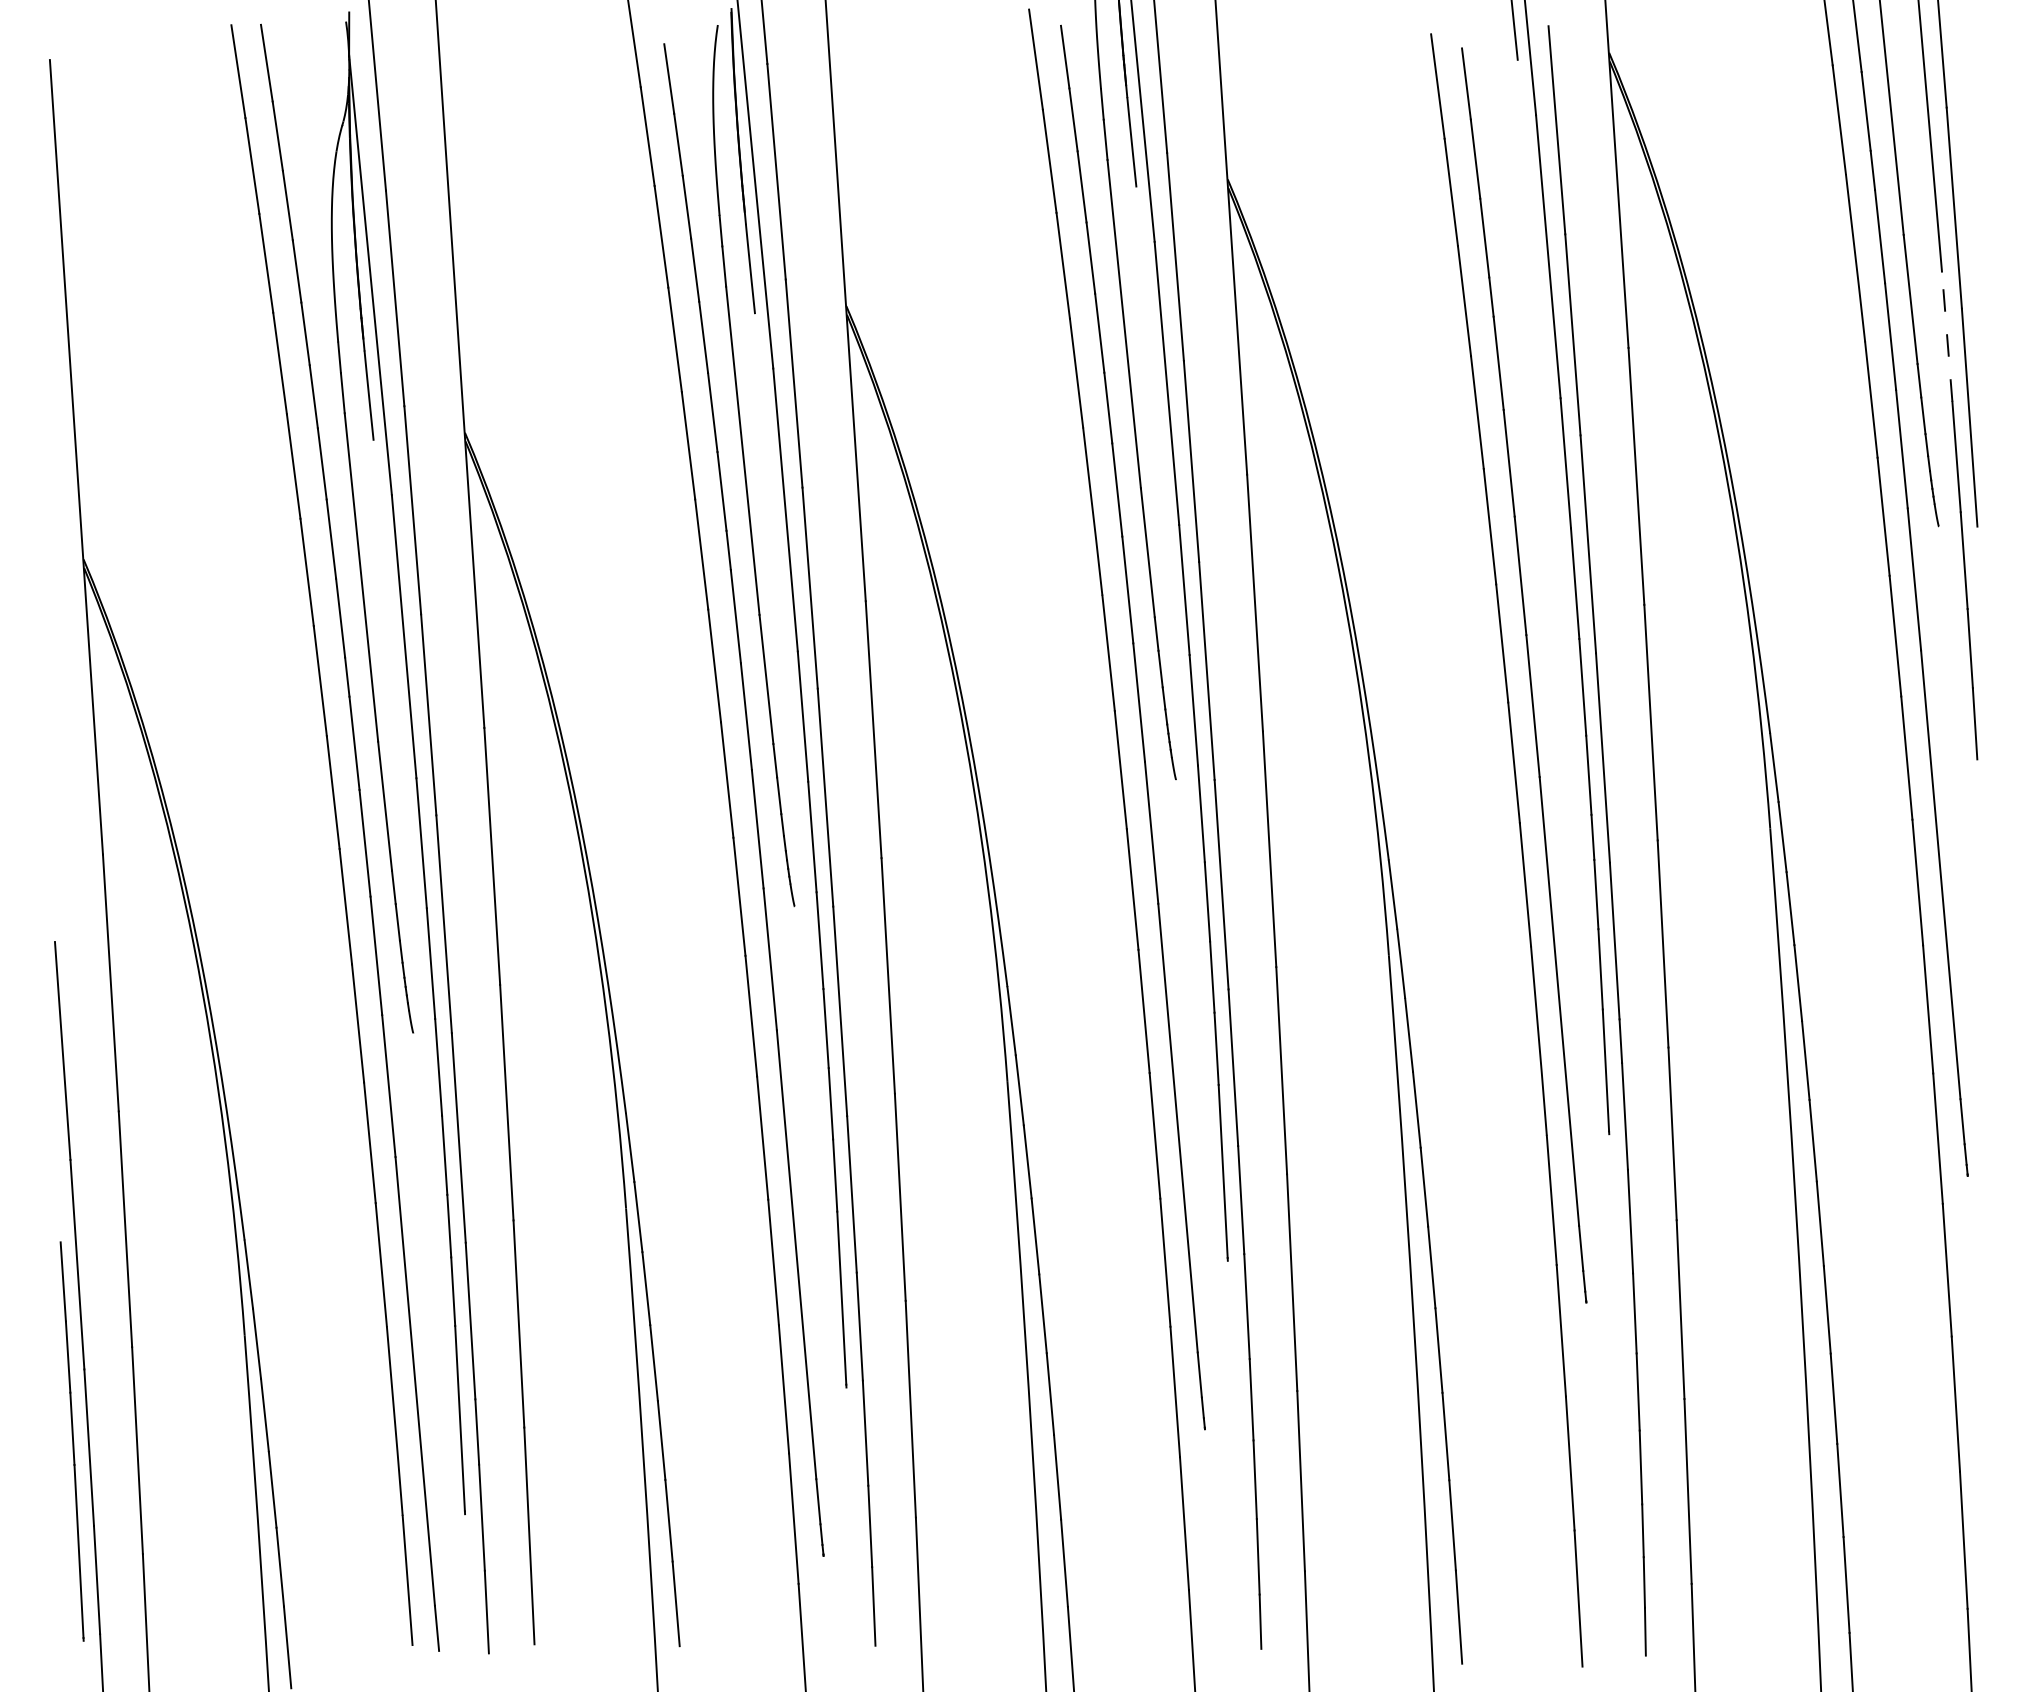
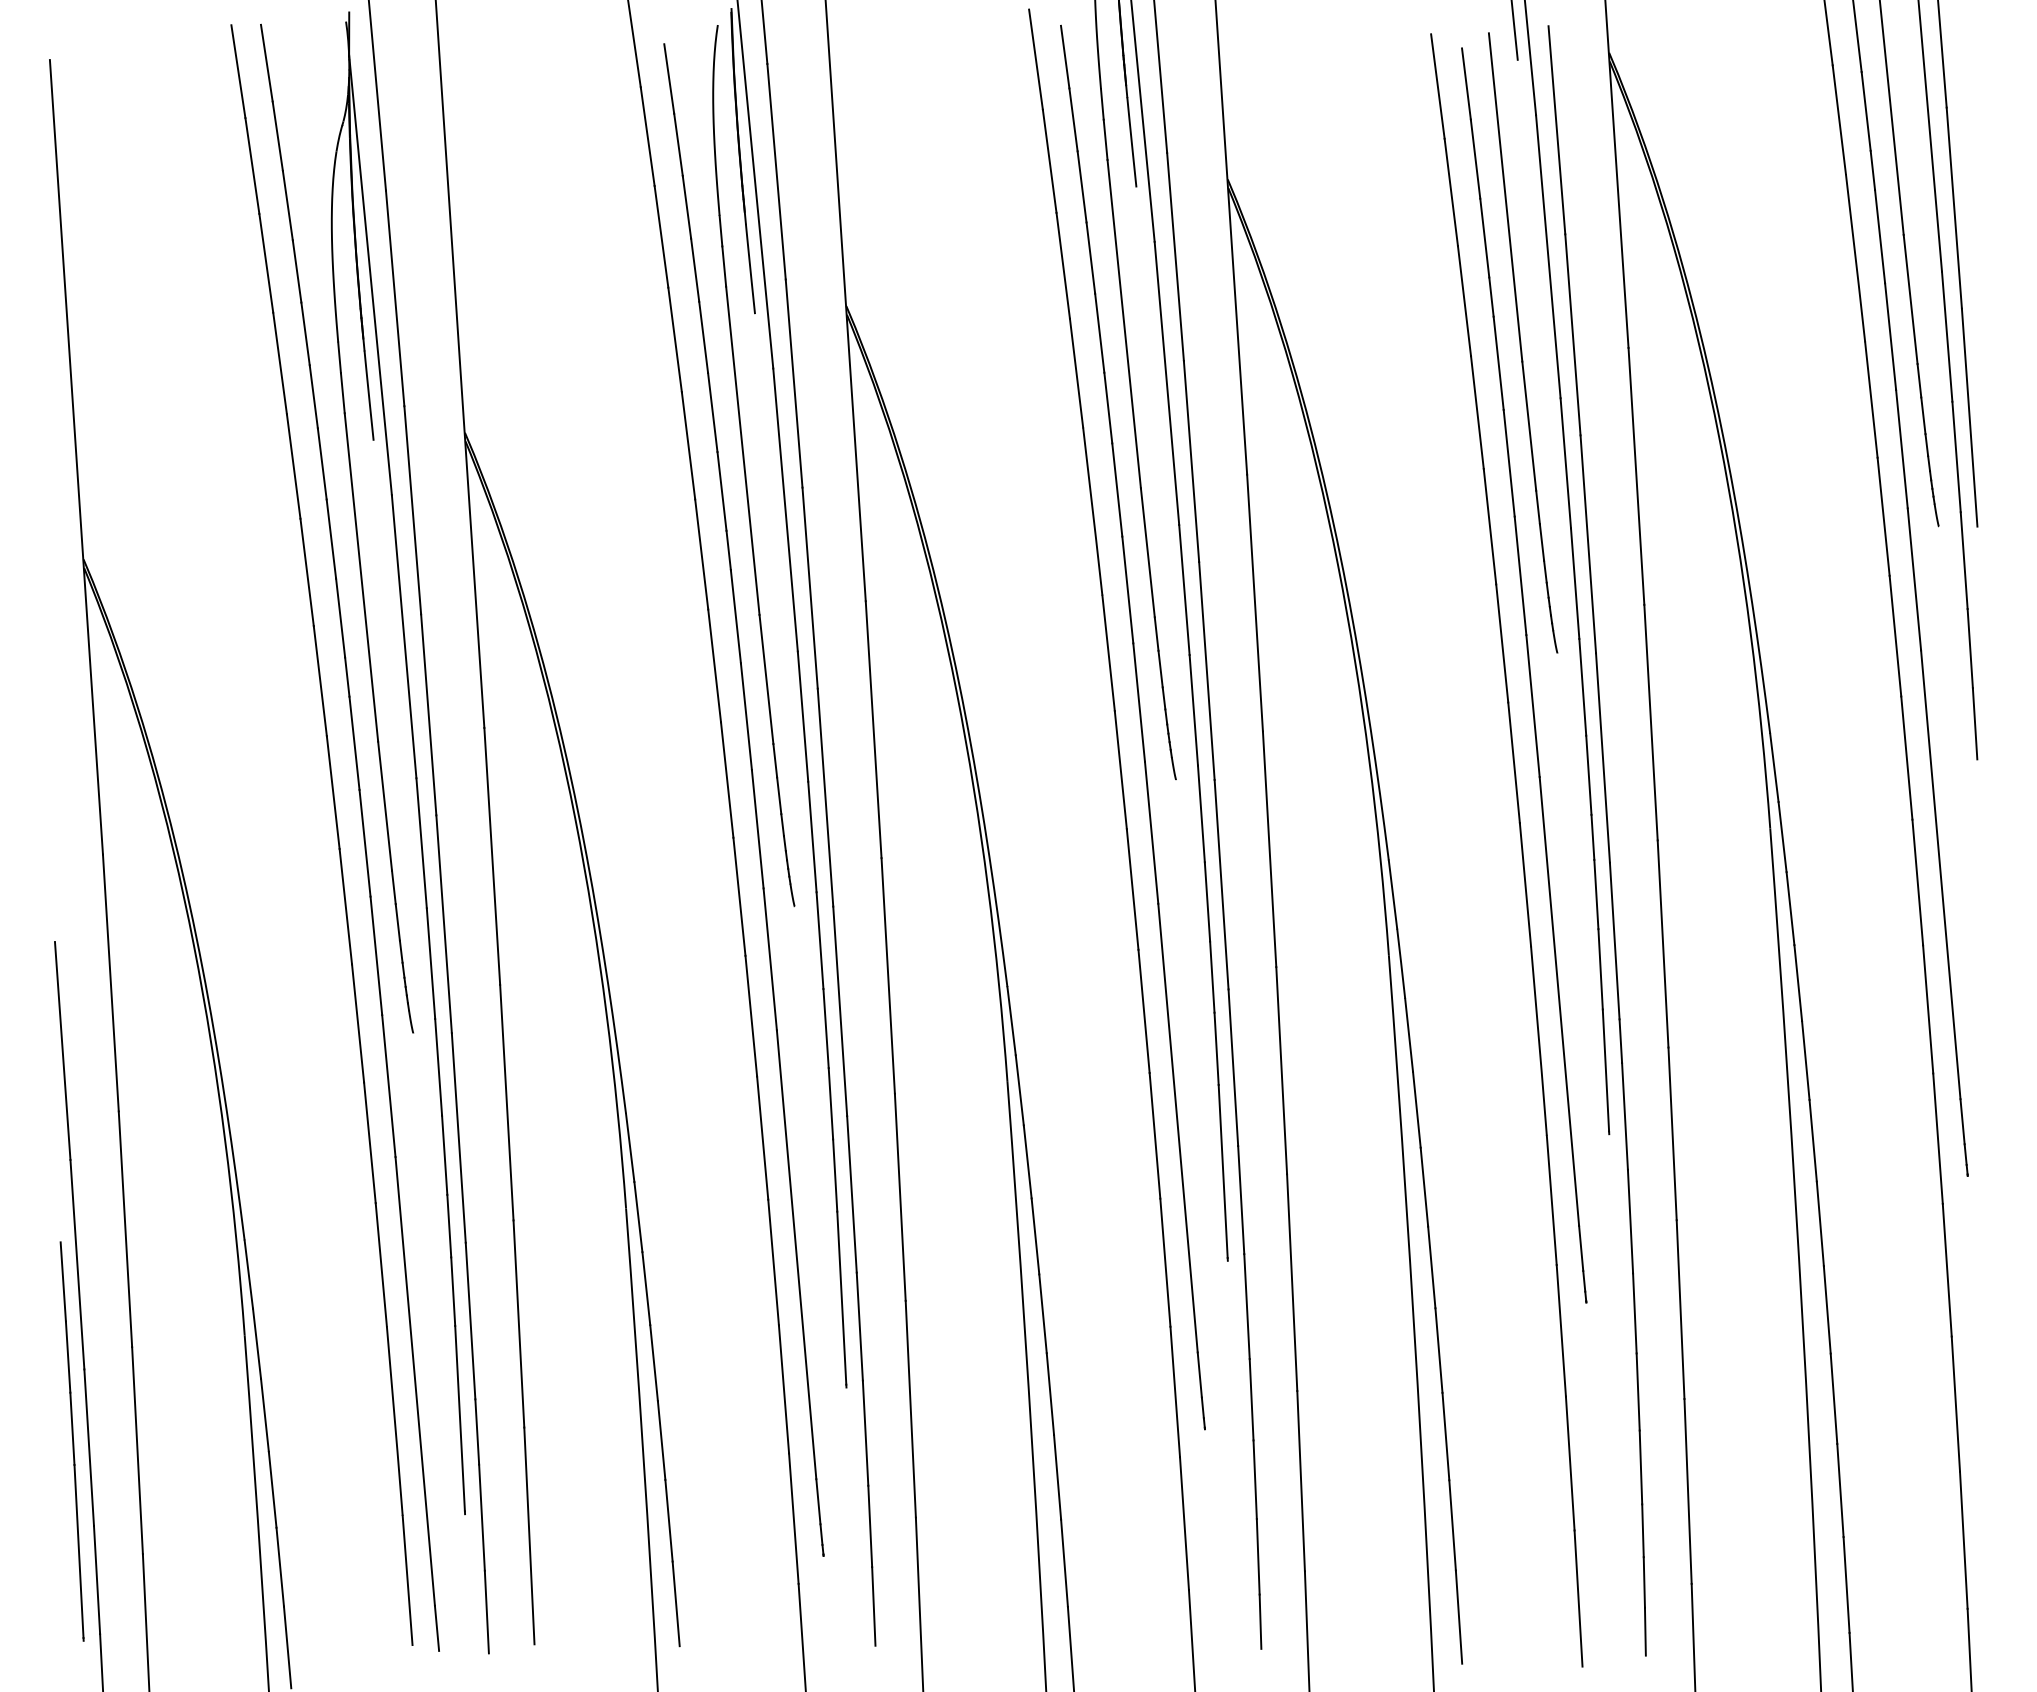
line at (1947, 336): dashed -> solid
part at (1523, 342): none -> present
